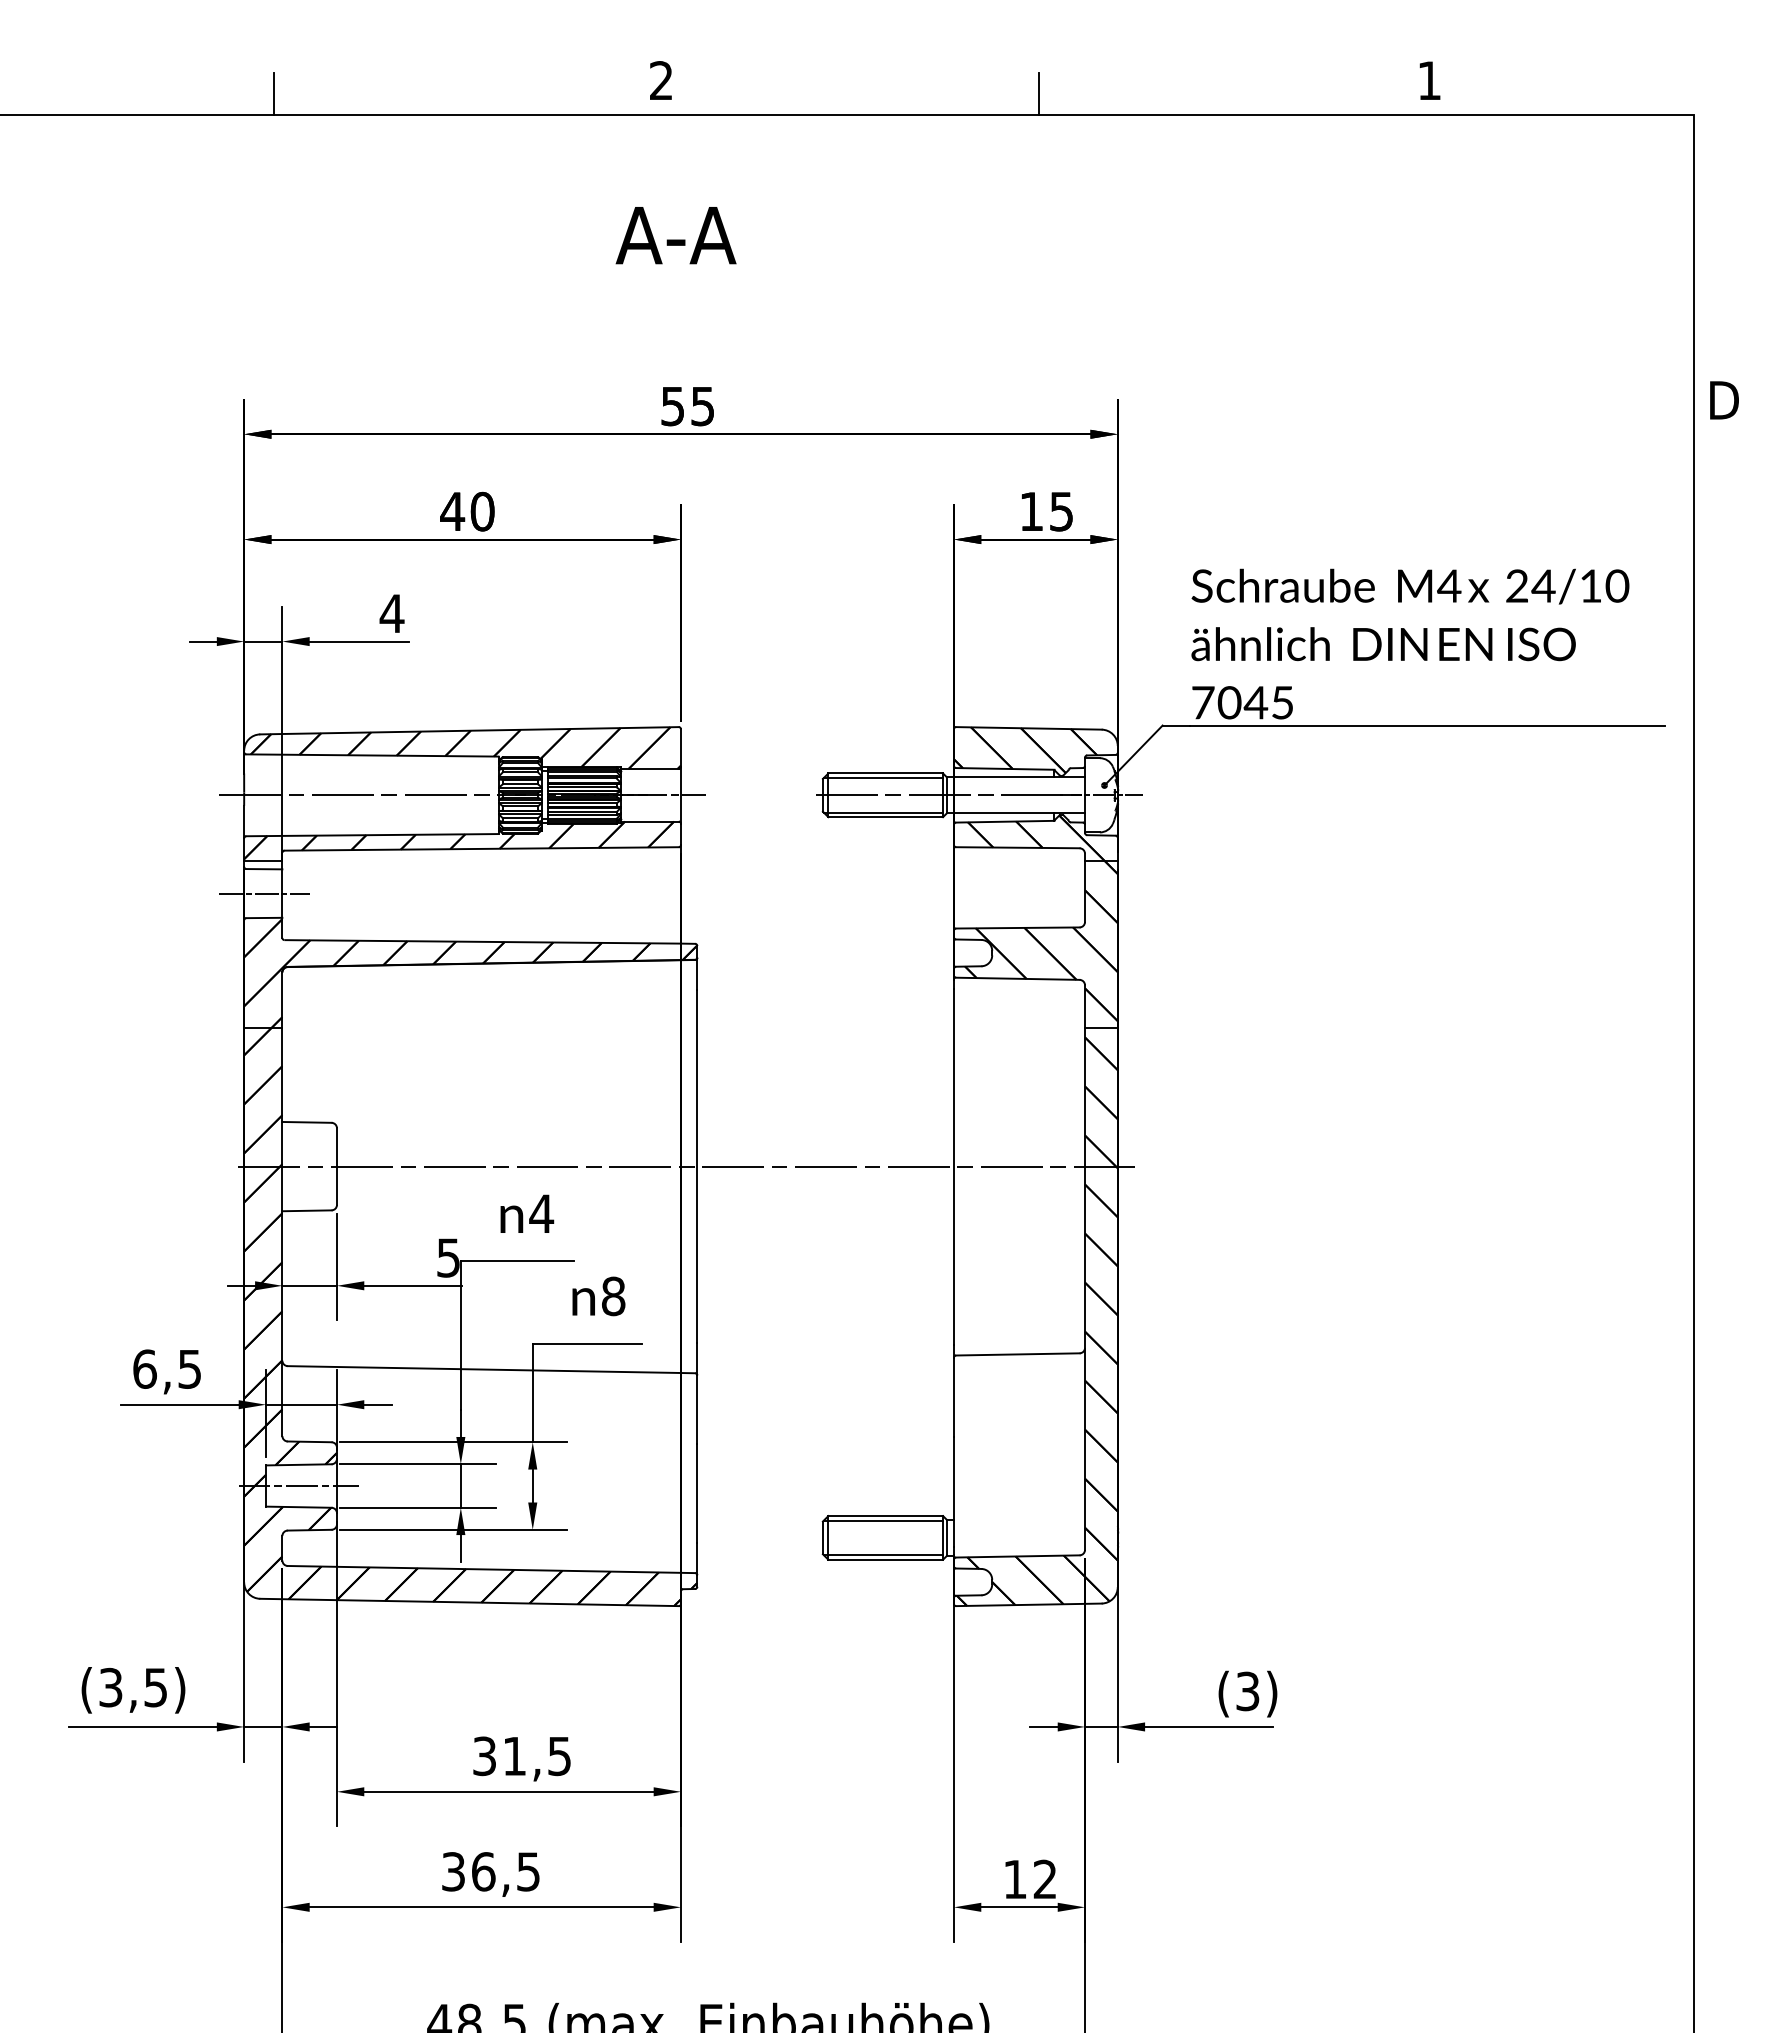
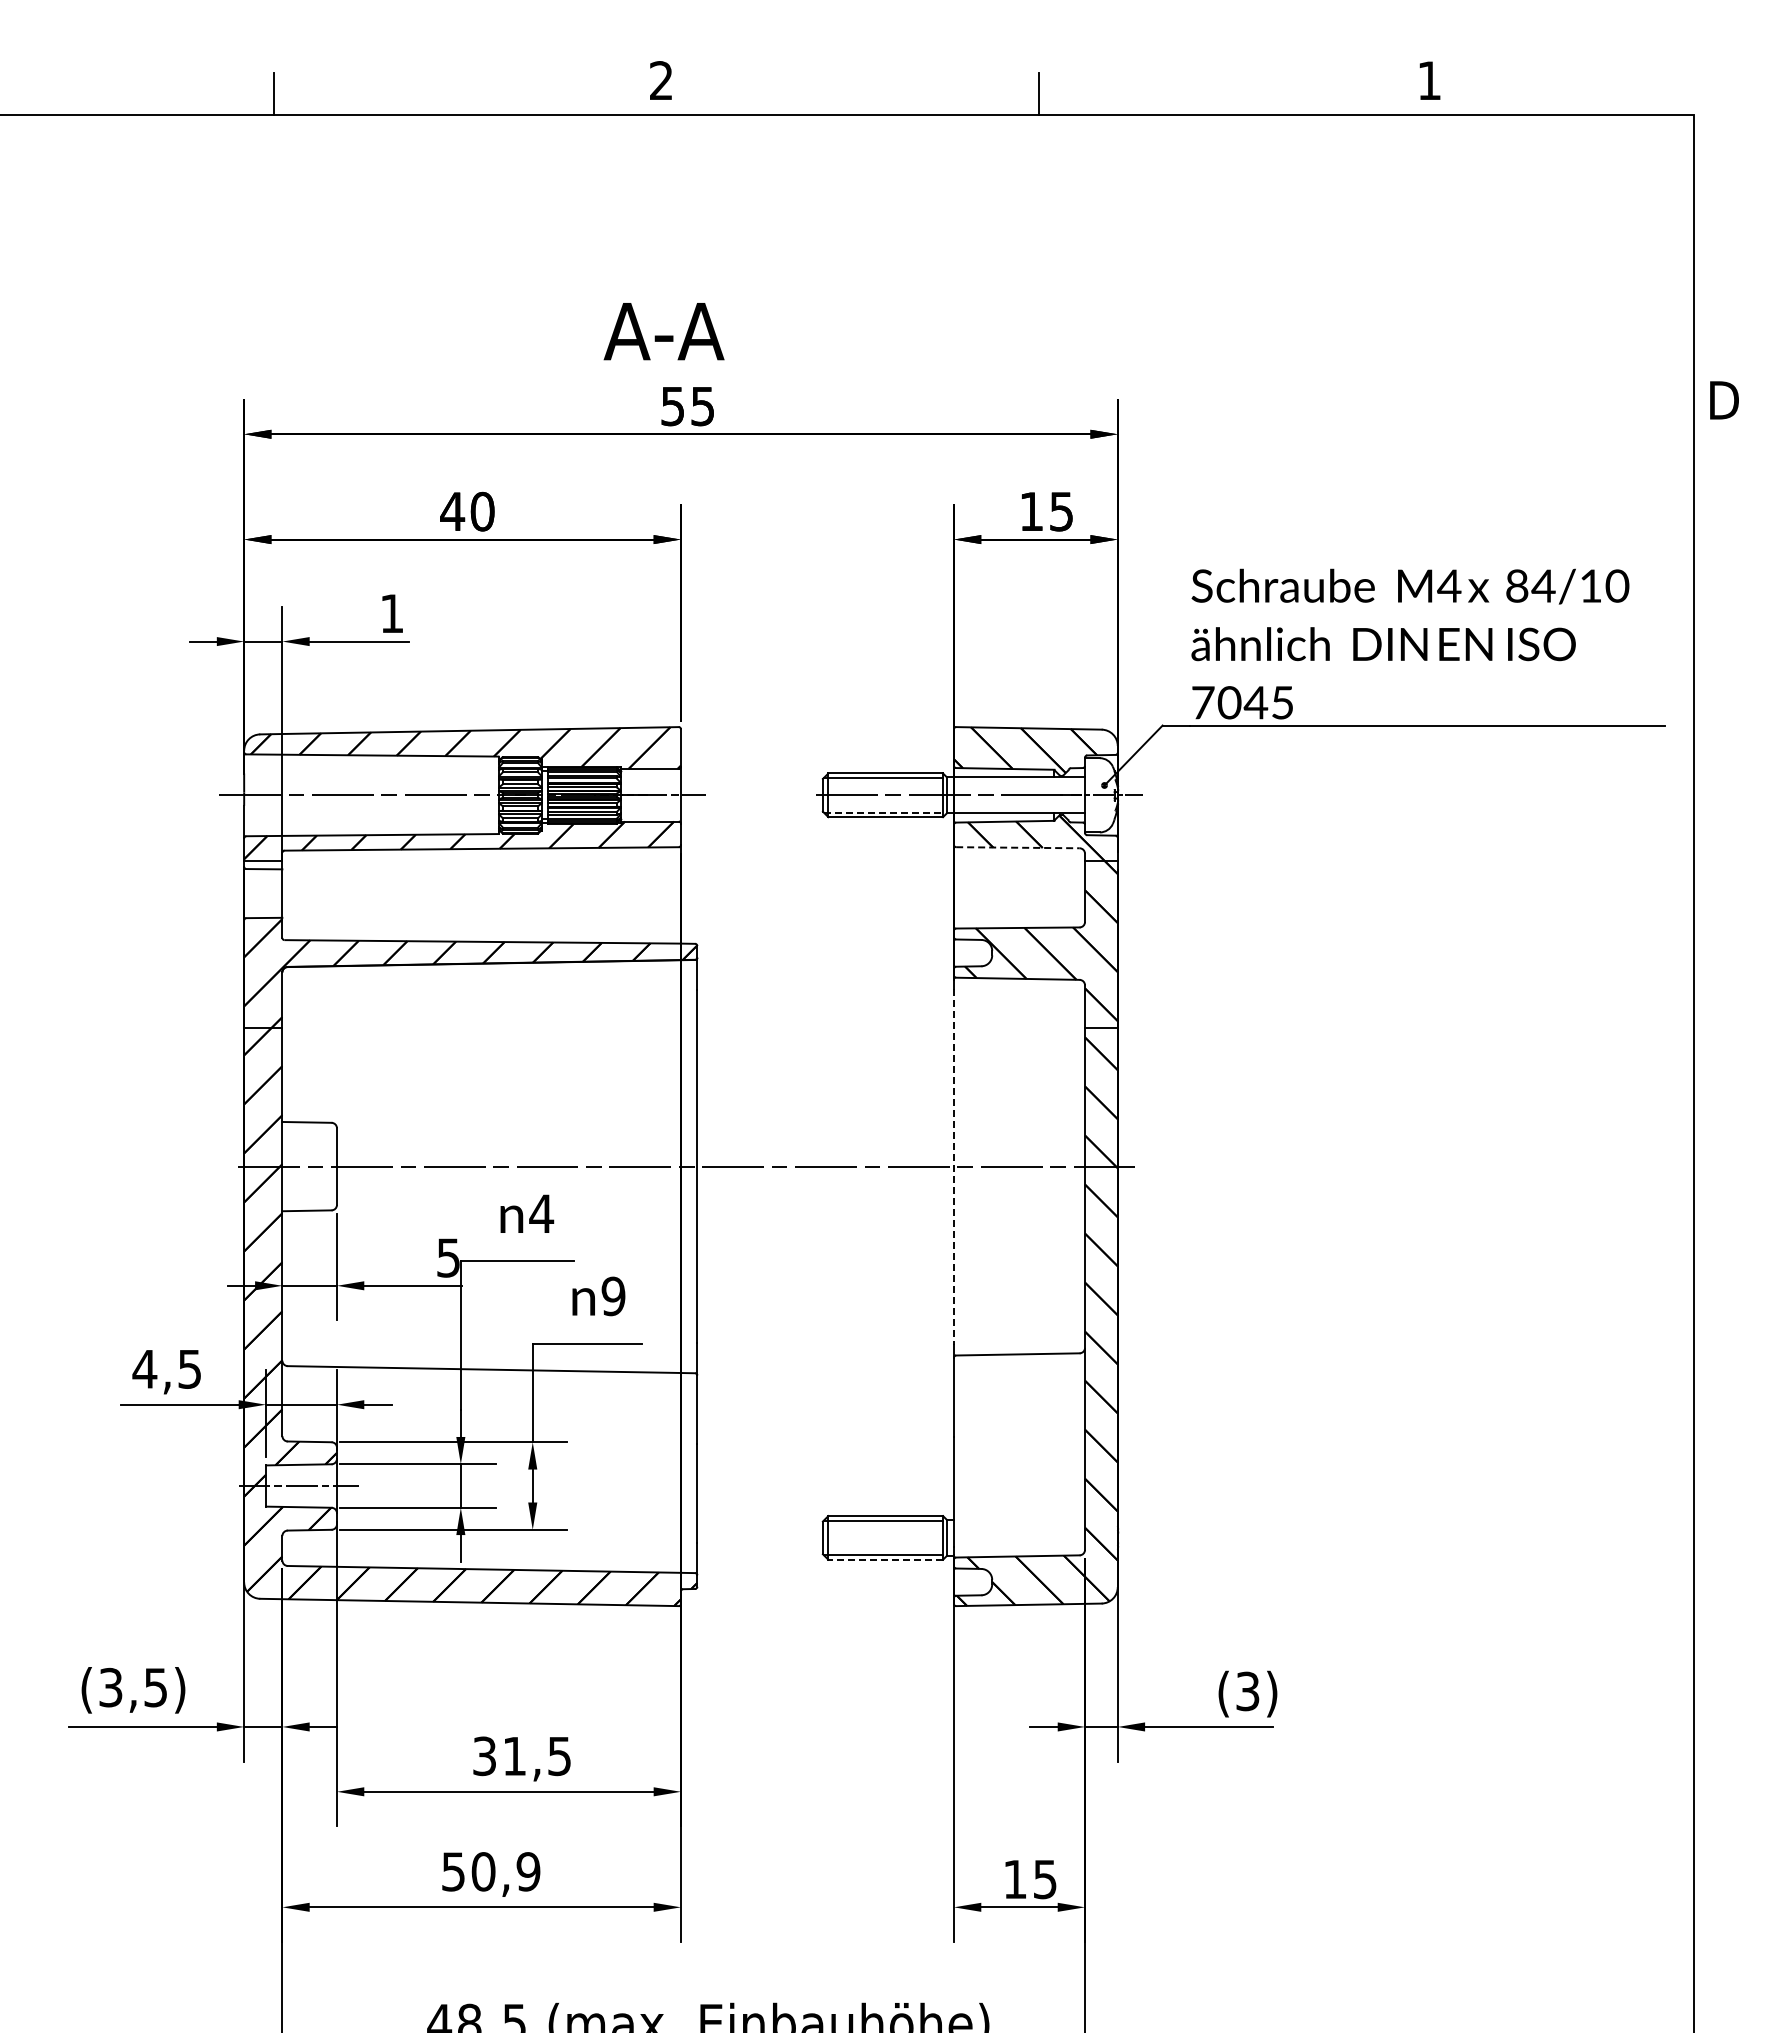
text at (675, 235) position: (675, 235) -> (663, 331)
text at (1517, 586): 24/10 -> 84/10
text at (391, 613): 4 -> 1
line at (883, 812): solid -> dashed
line at (1017, 847): solid -> dashed
line at (264, 893): present -> none
line at (953, 1167): solid -> dashed
text at (613, 1296): 8 -> 9
text at (144, 1368): 6,5 -> 4,5
line at (885, 1559): solid -> dashed
text at (491, 1871): 36,5 -> 50,9
text at (1044, 1879): 12 -> 15
